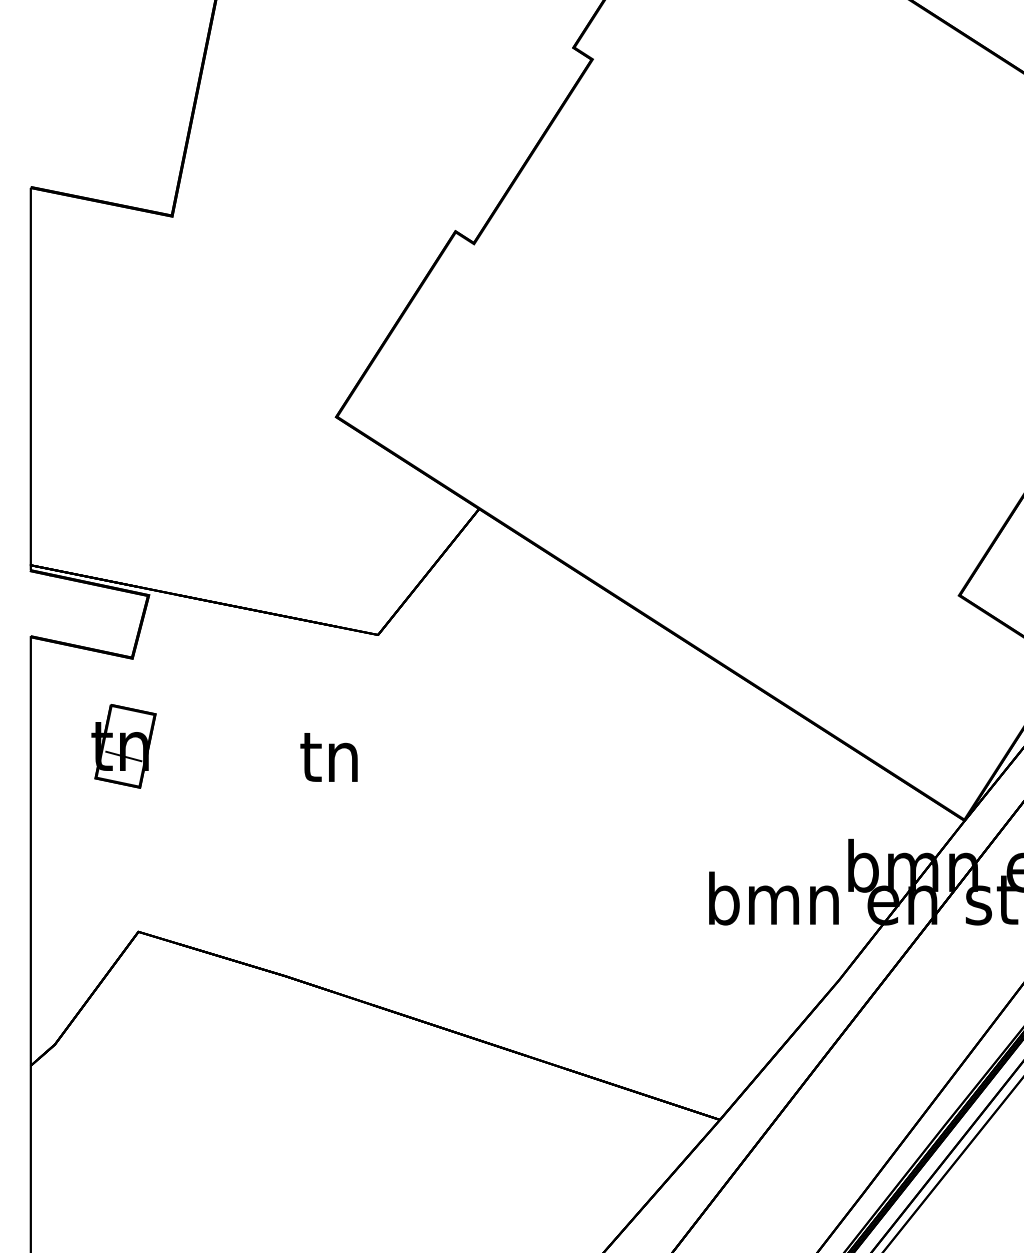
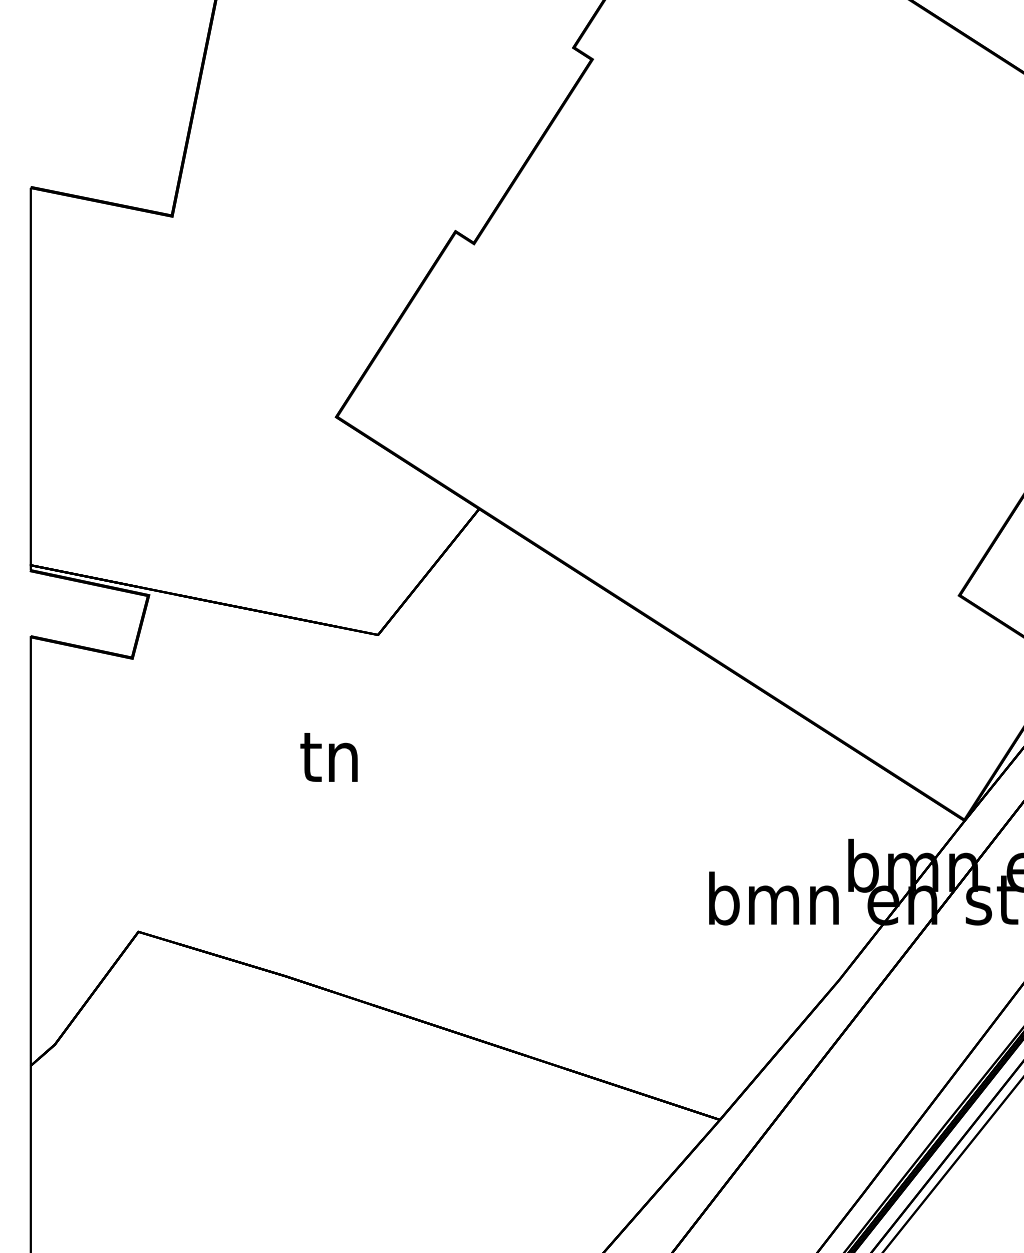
part at (123, 746): present -> none
